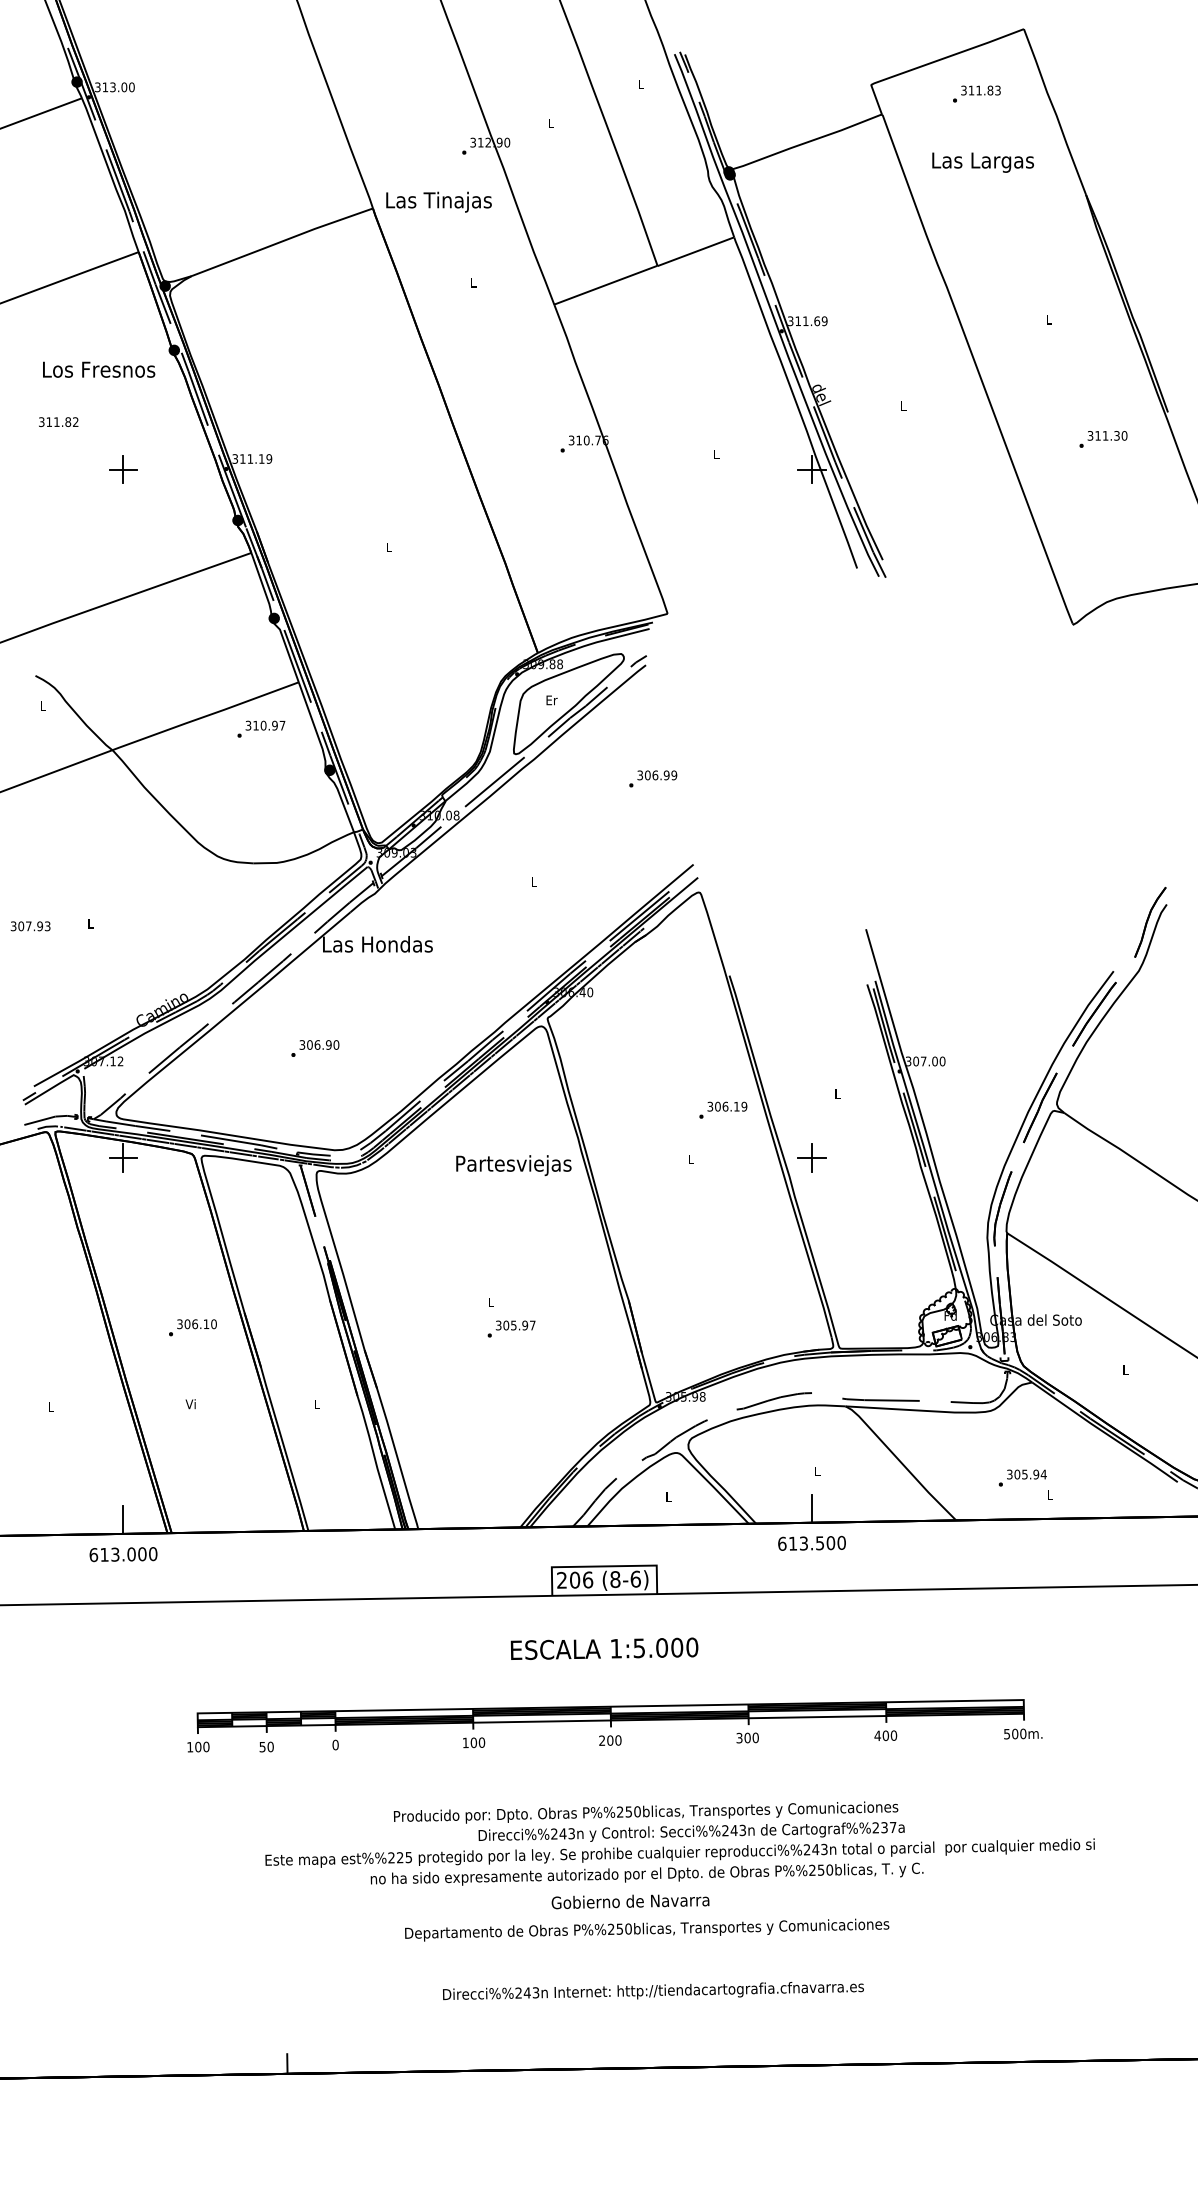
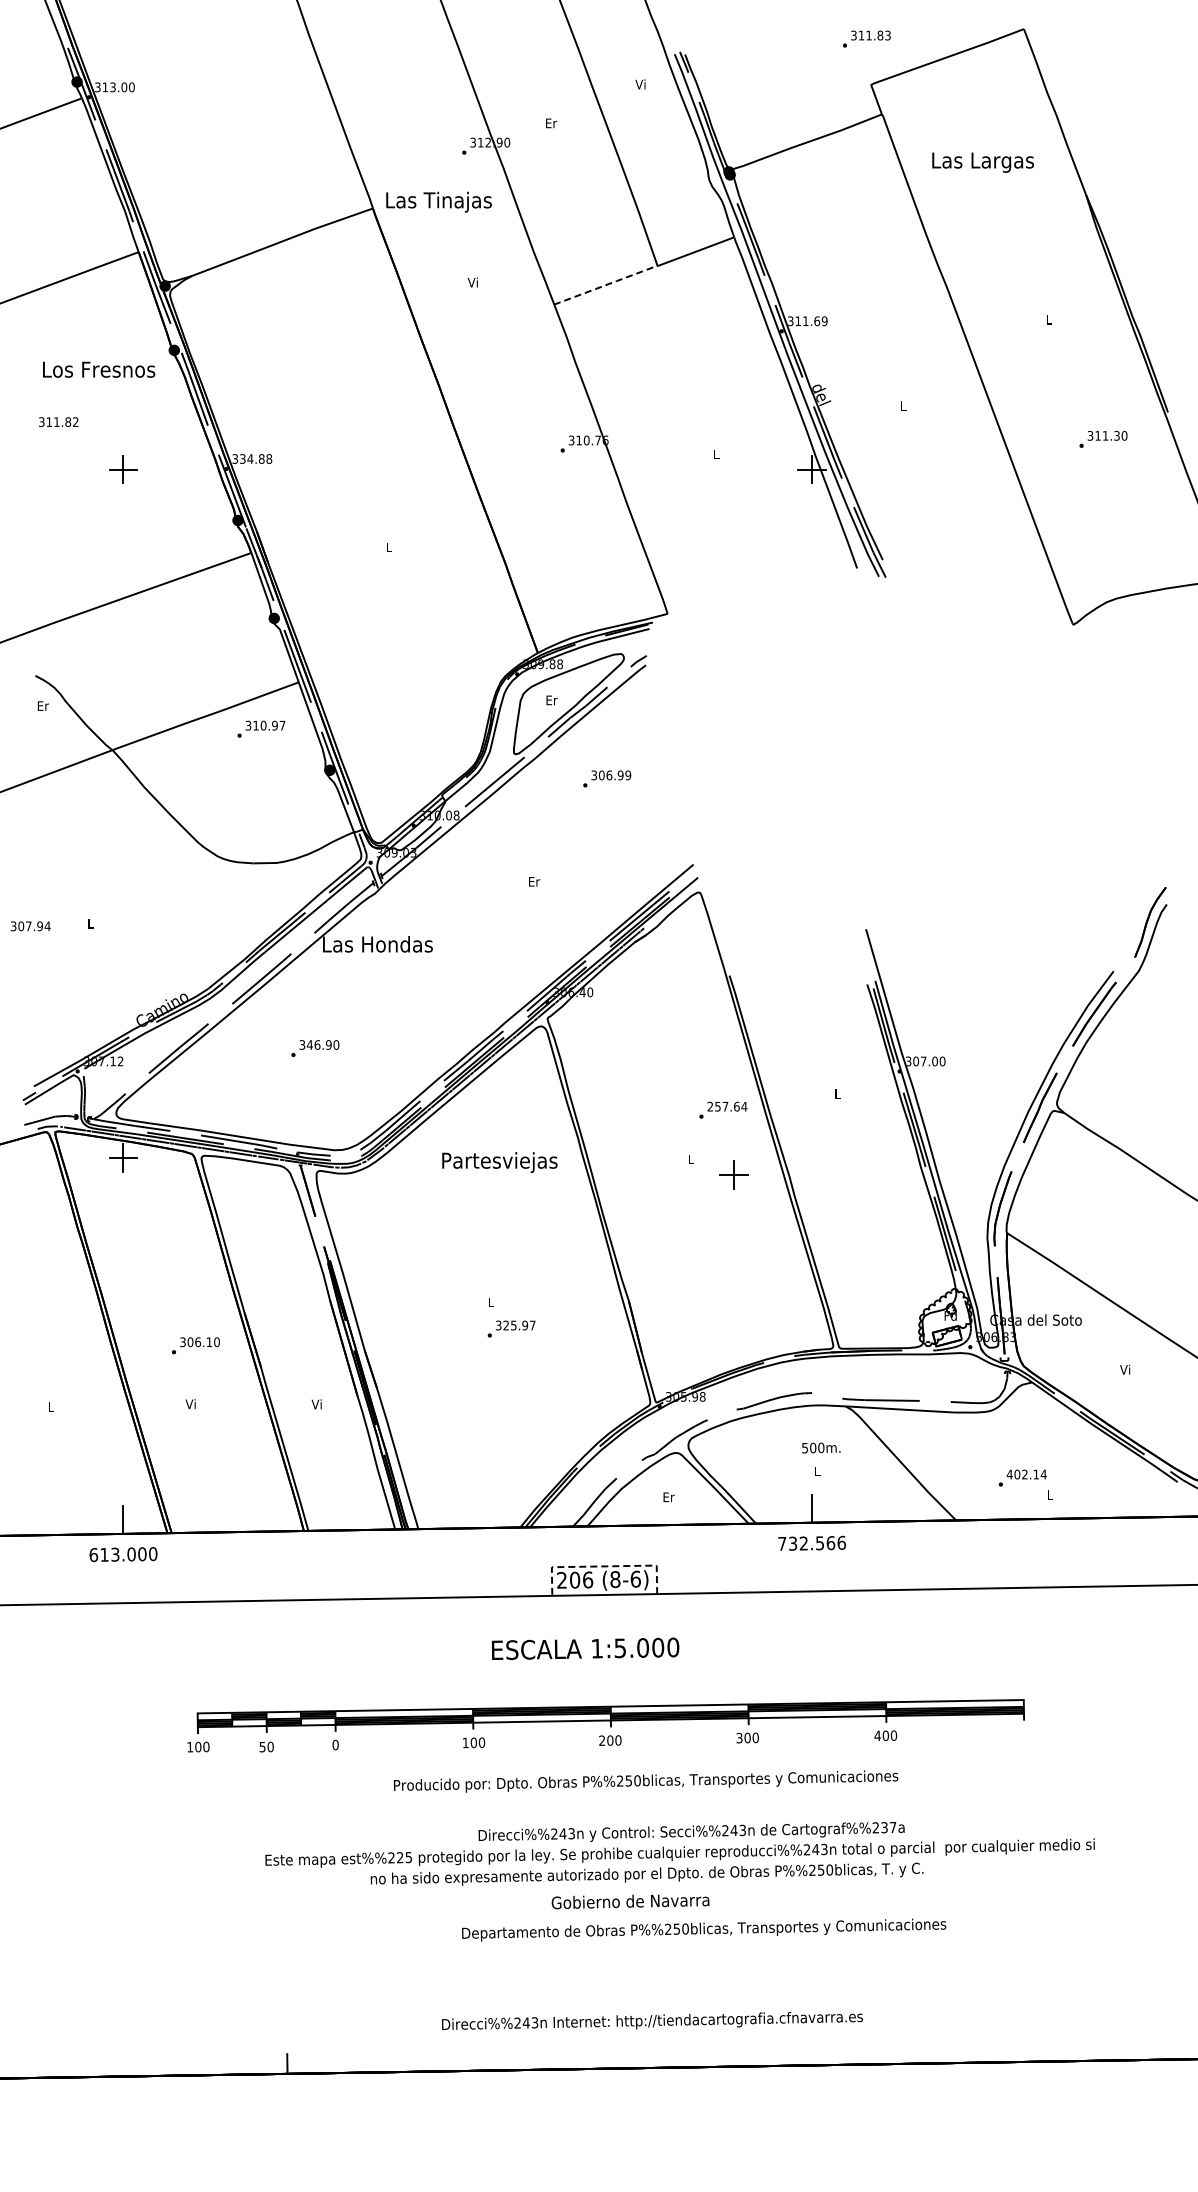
text at (640, 84): L -> Vi
text at (976, 93) position: (976, 93) -> (866, 38)
text at (551, 123): L -> Er
text at (472, 282): L -> Vi
line at (606, 285): solid -> dashed
text at (256, 458): 311.19 -> 334.88
text at (42, 705): L -> Er
text at (653, 778) position: (653, 778) -> (607, 778)
text at (534, 881): L -> Er
text at (47, 926): 307.93 -> 307.94
text at (309, 1044): 306.90 -> 346.90
text at (727, 1106): 306.19 -> 257.64
part at (811, 1157) position: (811, 1157) -> (733, 1174)
text at (513, 1165) position: (513, 1165) -> (499, 1162)
text at (506, 1325): 305.97 -> 325.97
text at (192, 1327) position: (192, 1327) -> (195, 1345)
text at (1125, 1369): L -> Vi
text at (316, 1404): L -> Vi
text at (1022, 1474): 305.94 -> 402.14
text at (668, 1497): L -> Er
text at (812, 1542): 613.500 -> 732.566
line at (603, 1566): solid -> dashed
text at (604, 1648) position: (604, 1648) -> (585, 1648)
text at (1023, 1733) position: (1023, 1733) -> (821, 1447)
text at (645, 1812) position: (645, 1812) -> (645, 1781)
text at (647, 1929) position: (647, 1929) -> (704, 1929)
text at (653, 1990) position: (653, 1990) -> (652, 2020)
